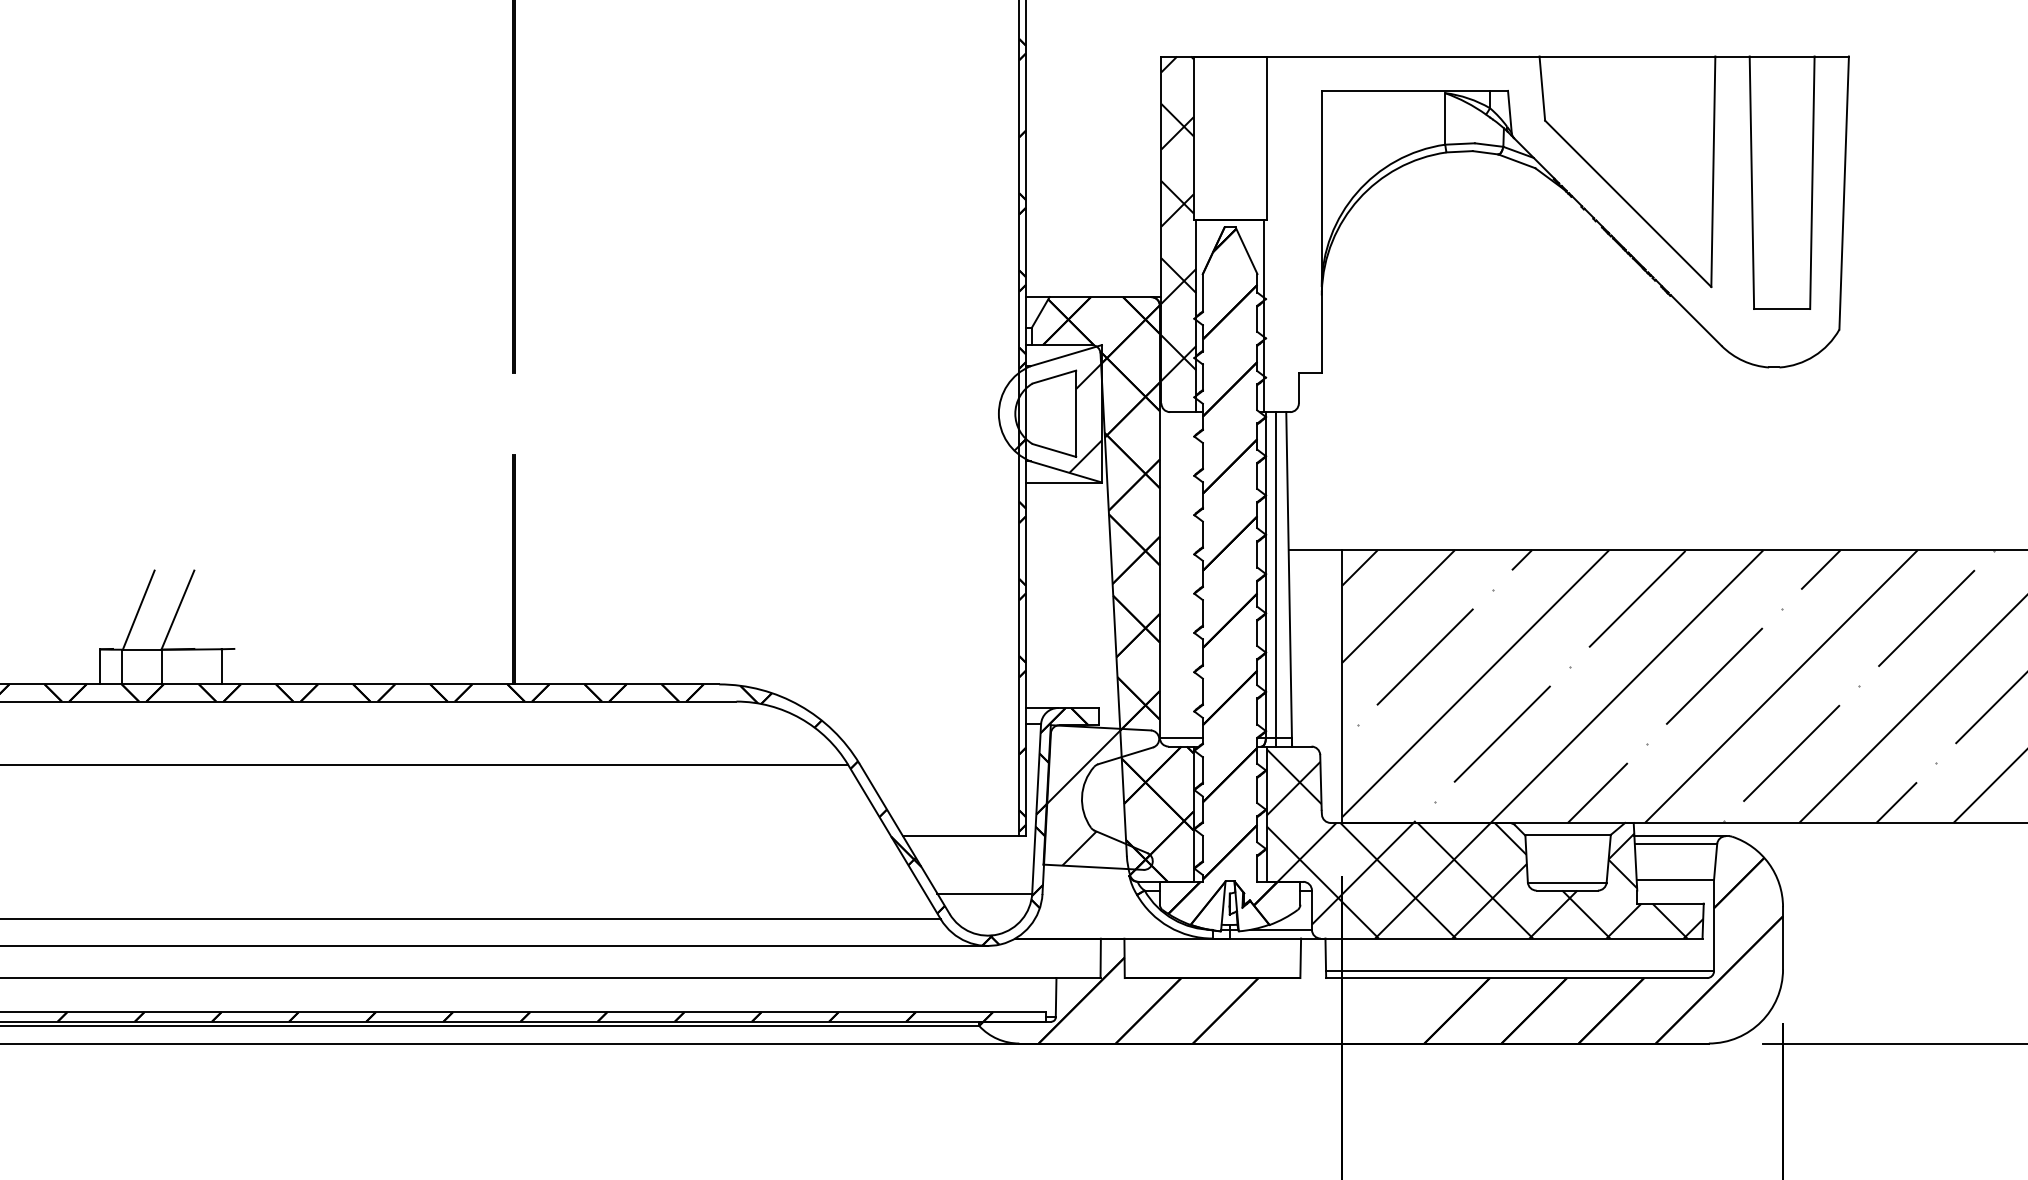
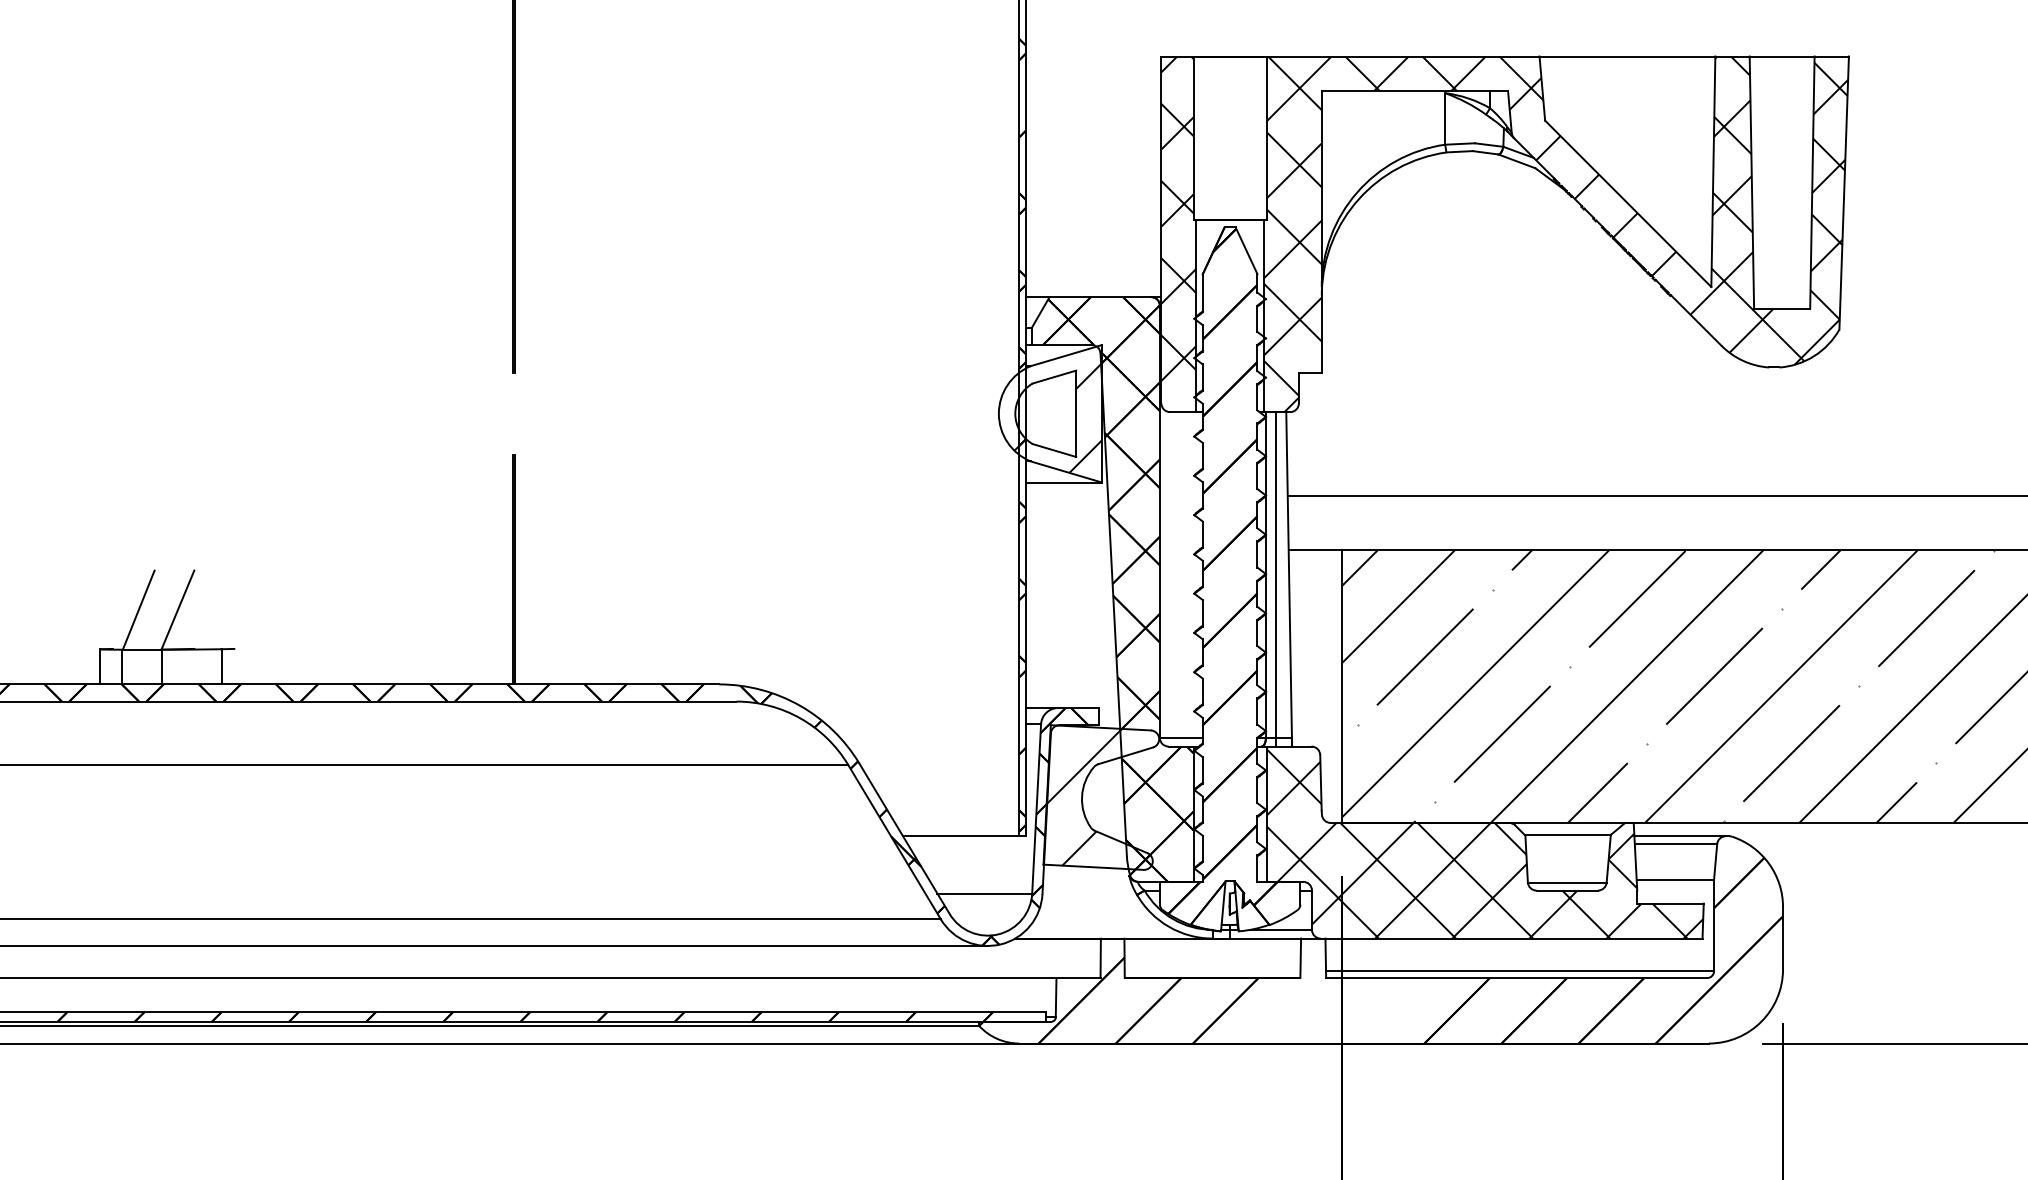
hatch at (1555, 234): none -> present
line at (1655, 495): none -> present
